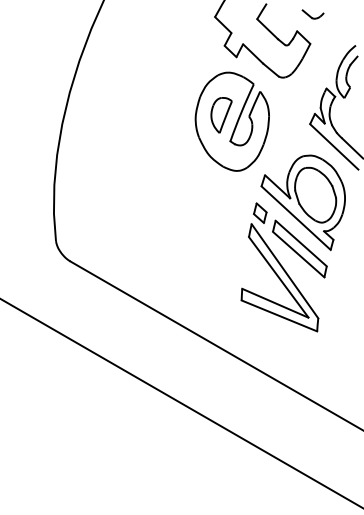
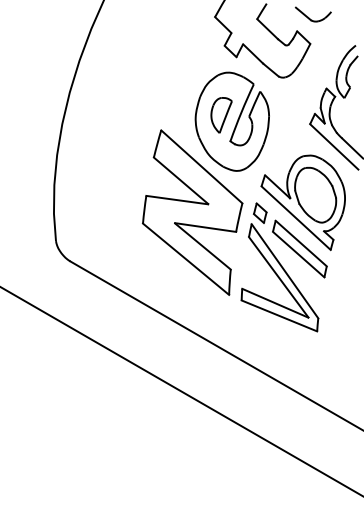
part at (312, 14) size: 24x11 px -> 38x17 px
part at (192, 212): none -> present
line at (181, 403) position: (181, 403) -> (181, 391)
